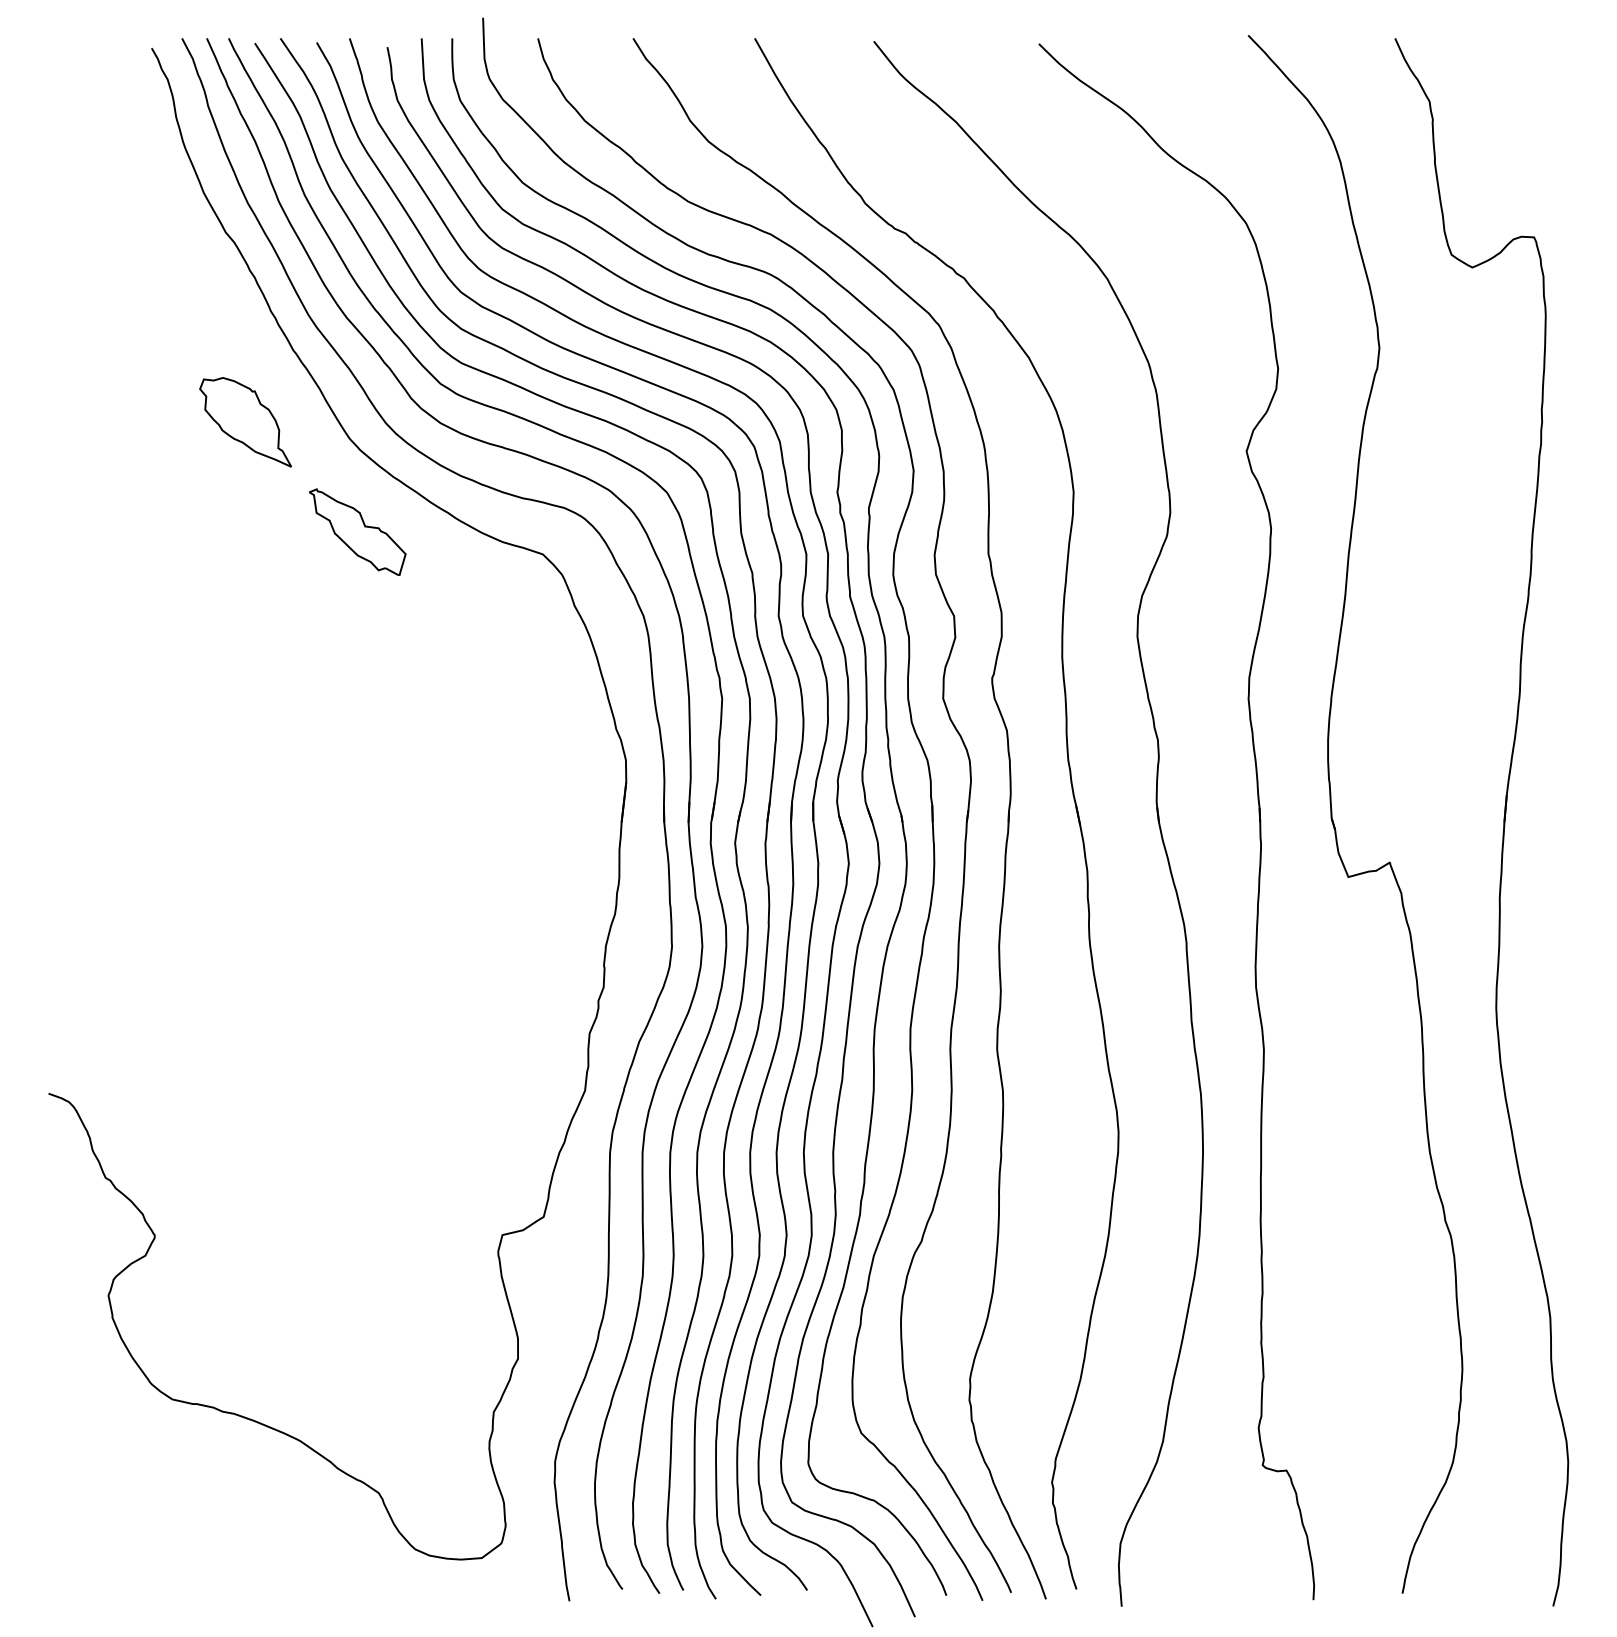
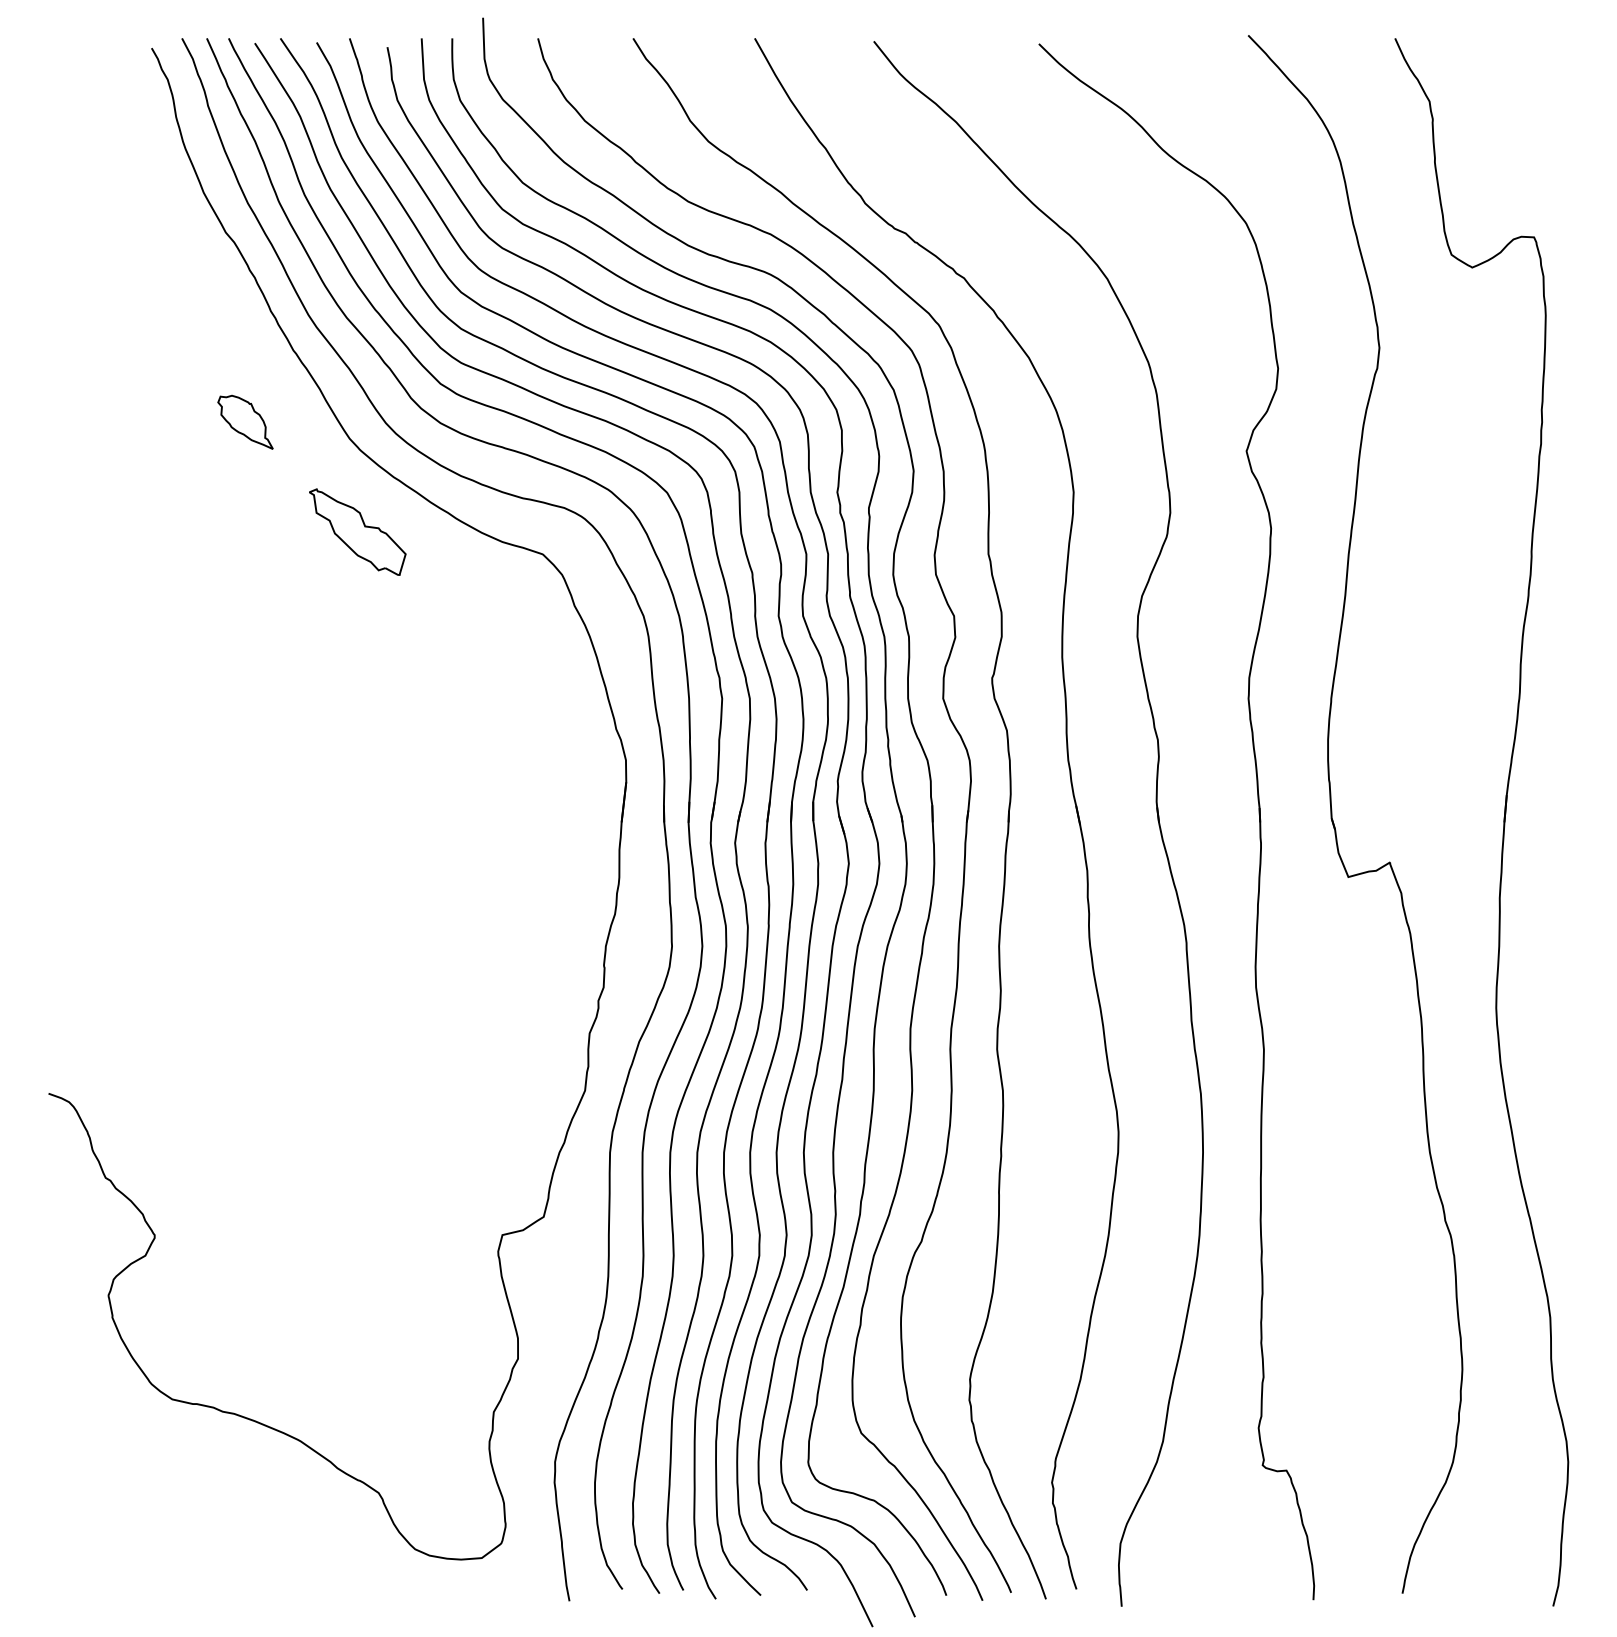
part at (245, 422) size: 93x91 px -> 57x56 px
